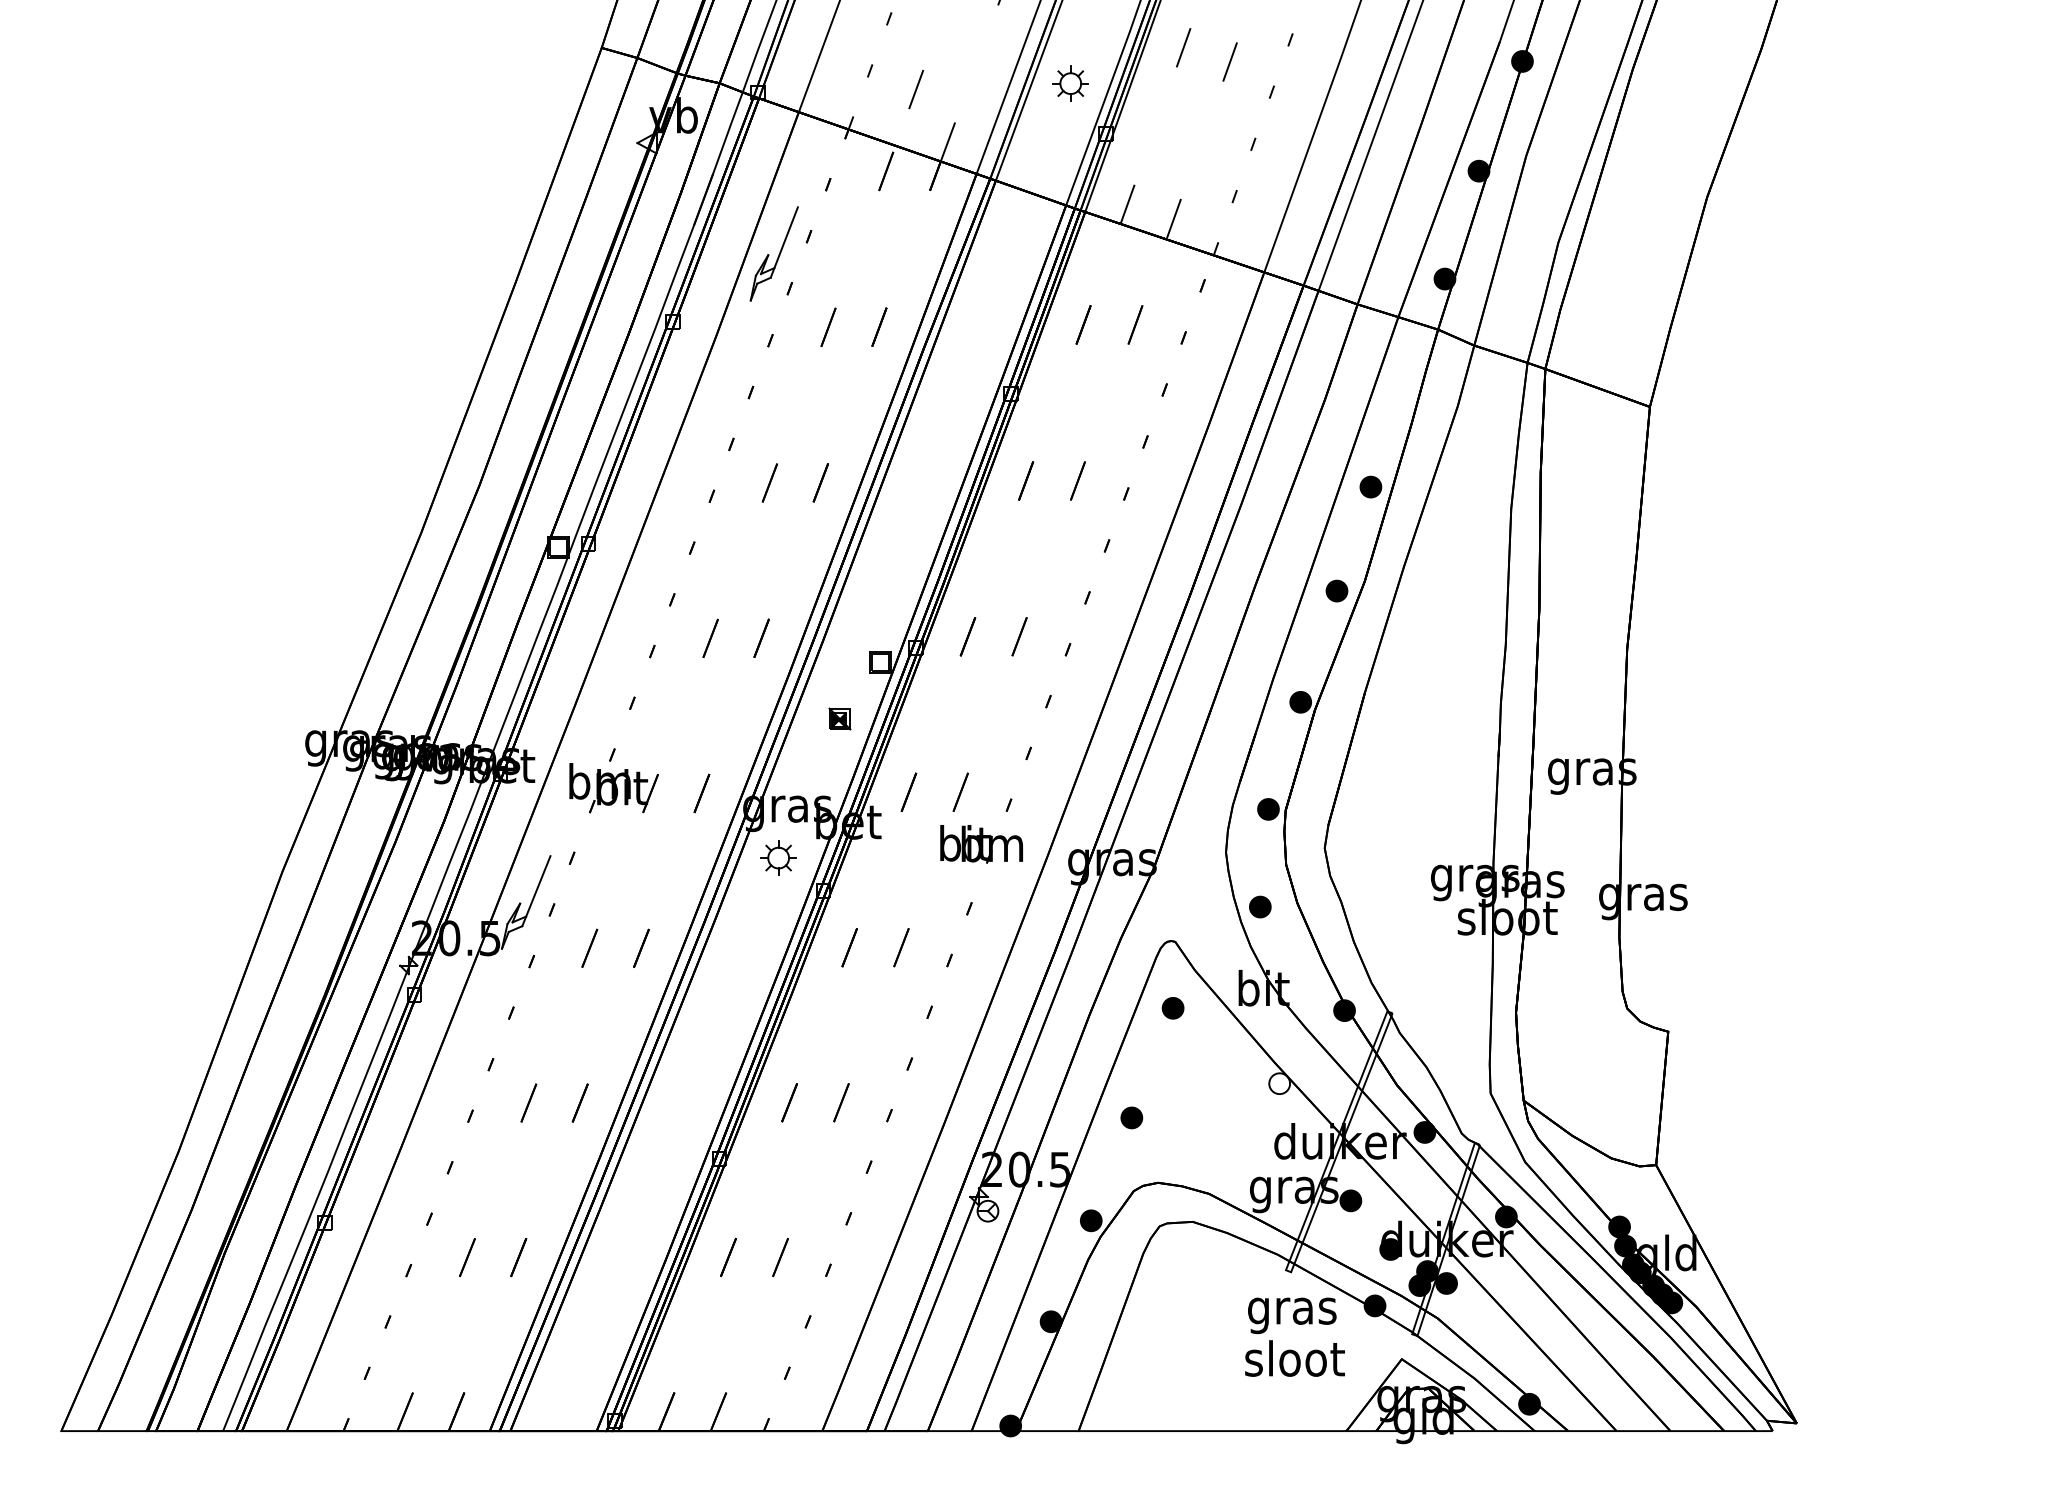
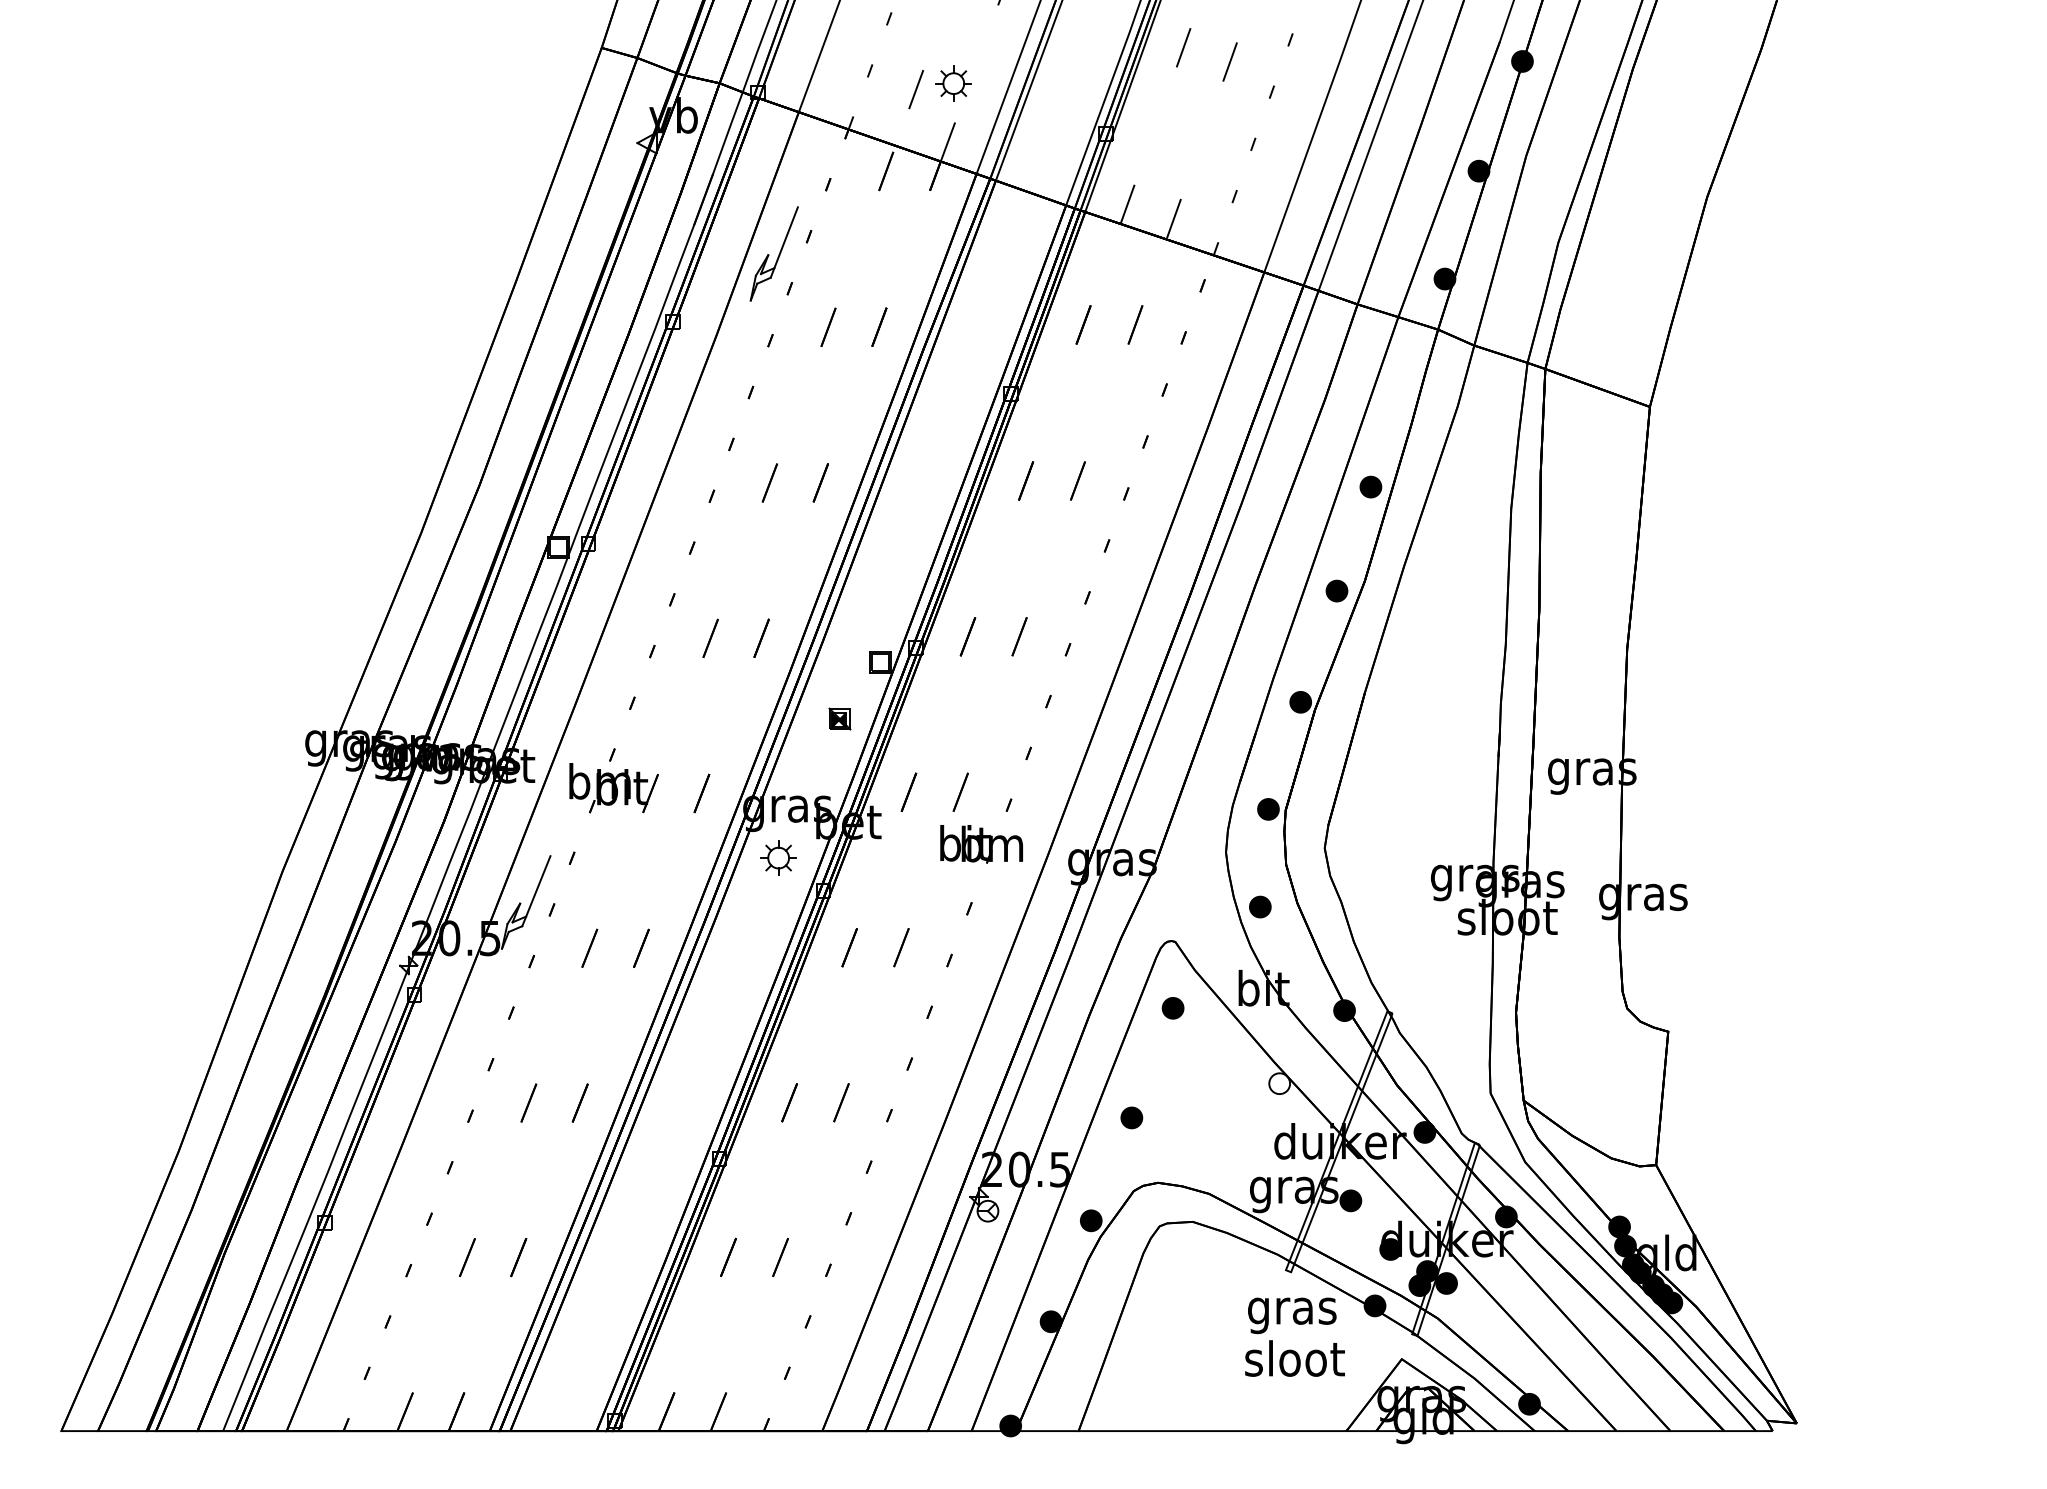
part at (1070, 83) position: (1070, 83) -> (953, 83)
